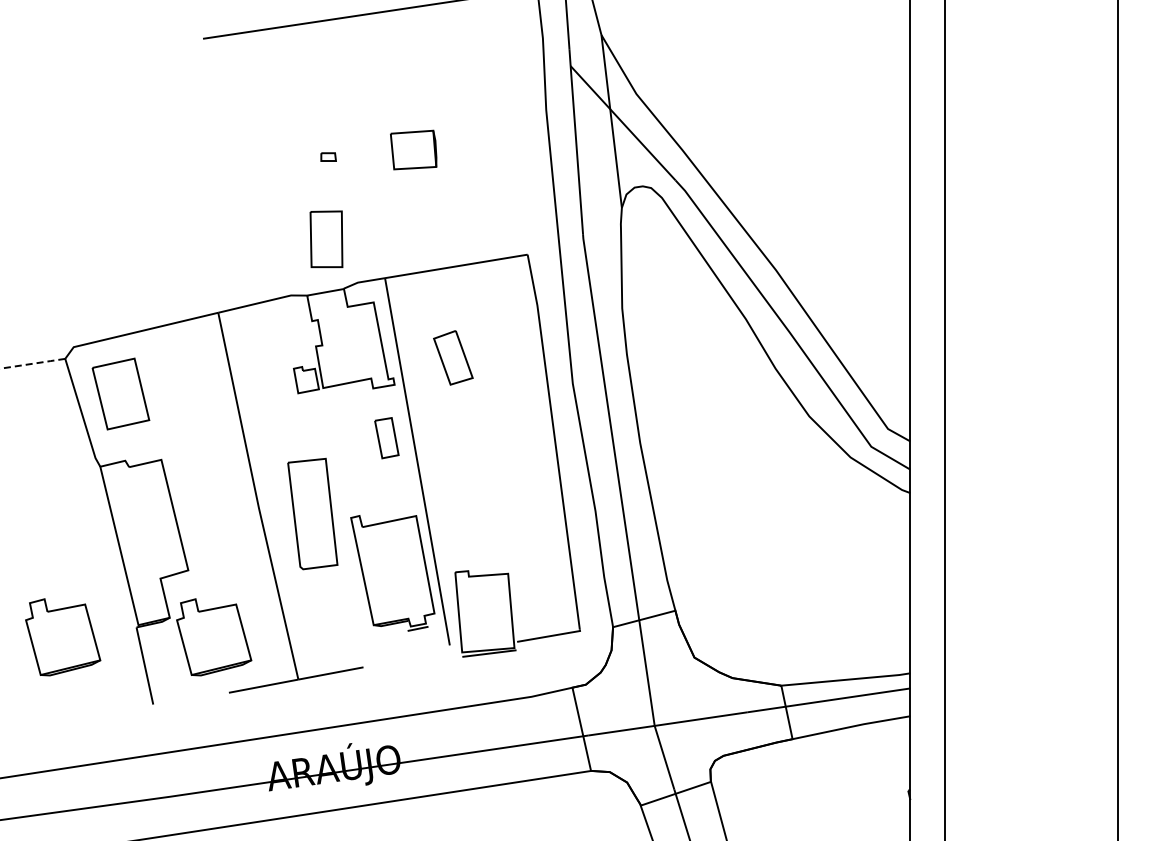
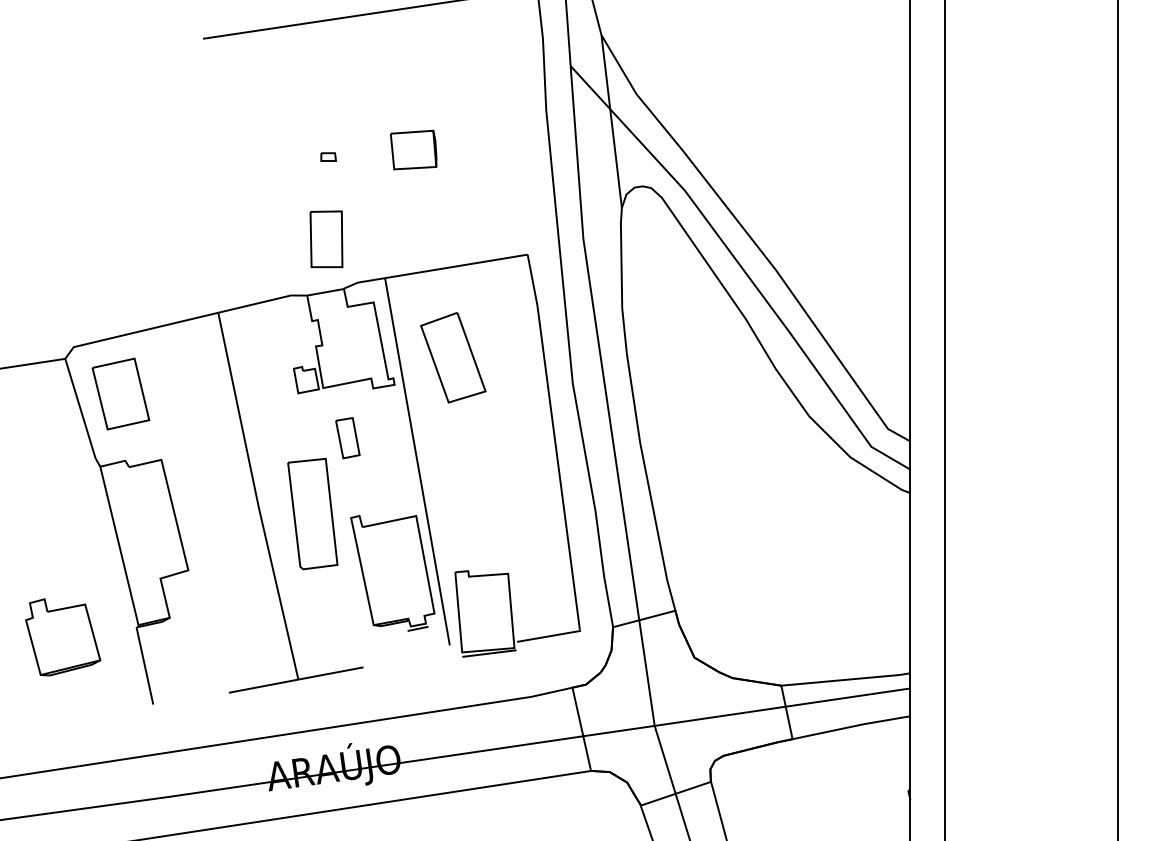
part at (453, 357) size: 41x56 px -> 67x92 px
line at (33, 363): dashed -> solid
part at (386, 438) position: (386, 438) -> (347, 438)
part at (214, 637): present -> none
